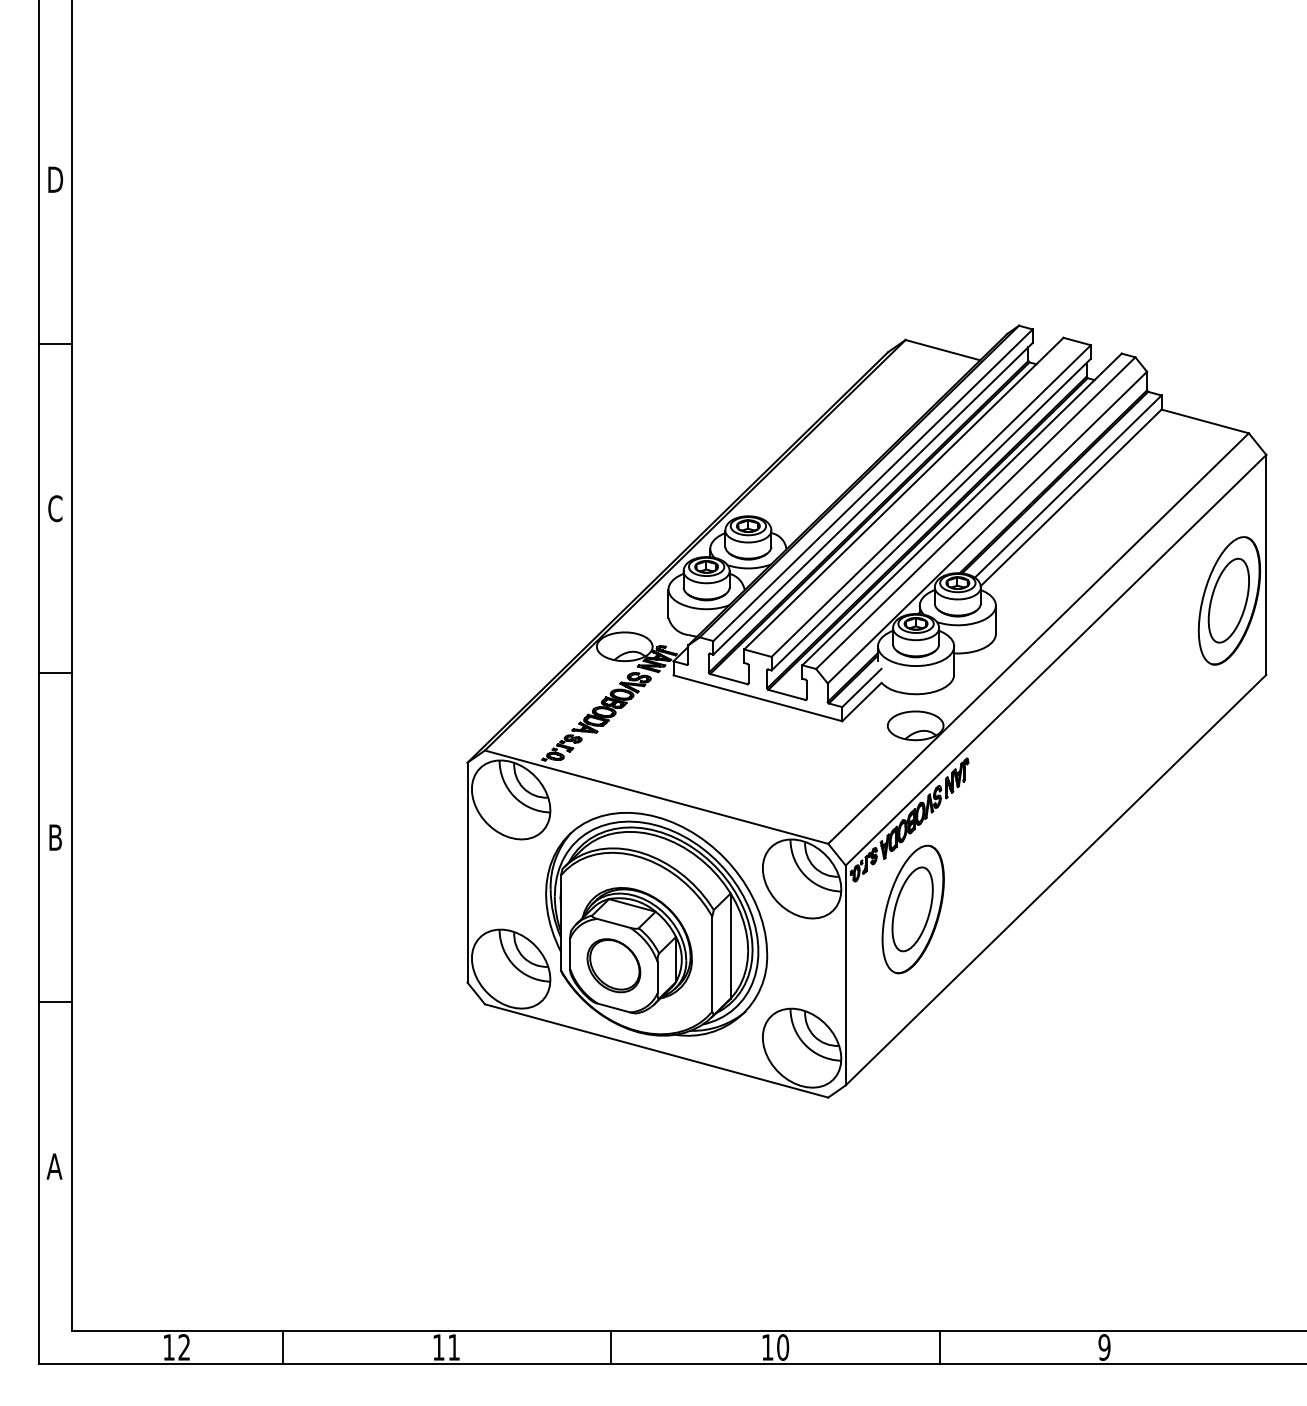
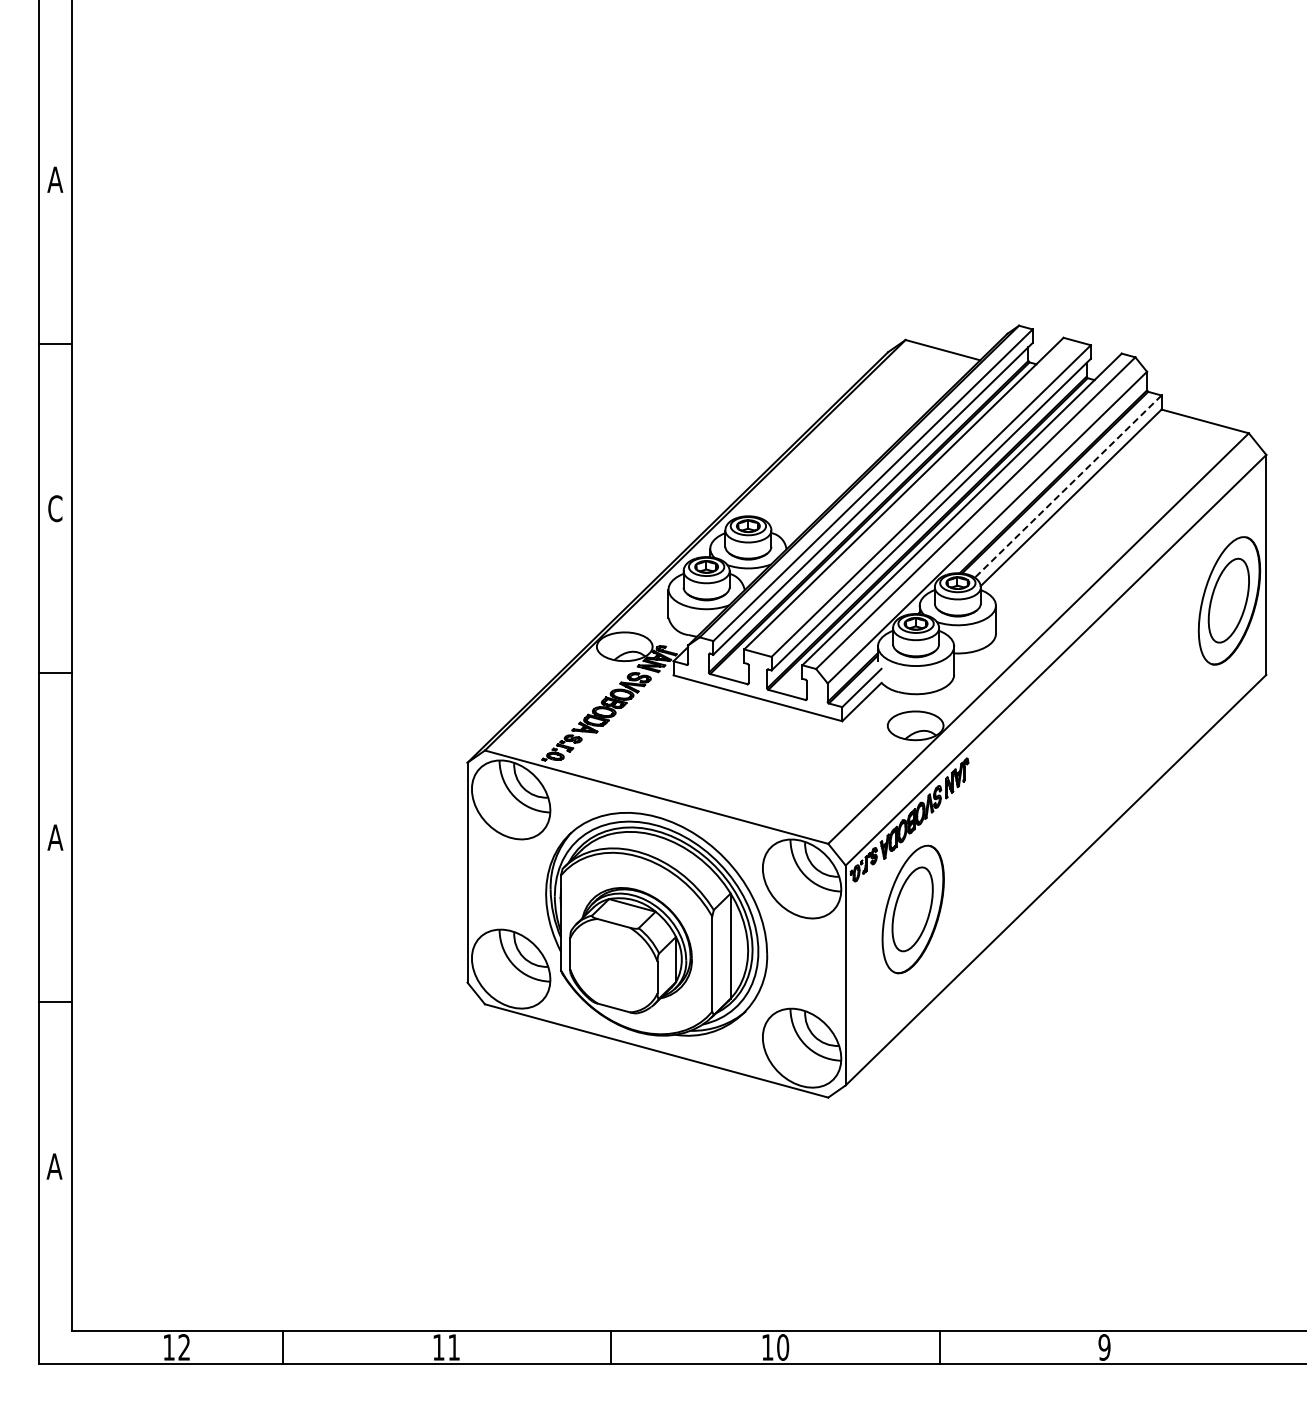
text at (55, 179): D -> A
line at (1067, 486): solid -> dashed
text at (55, 837): B -> A
part at (613, 965): present -> none
